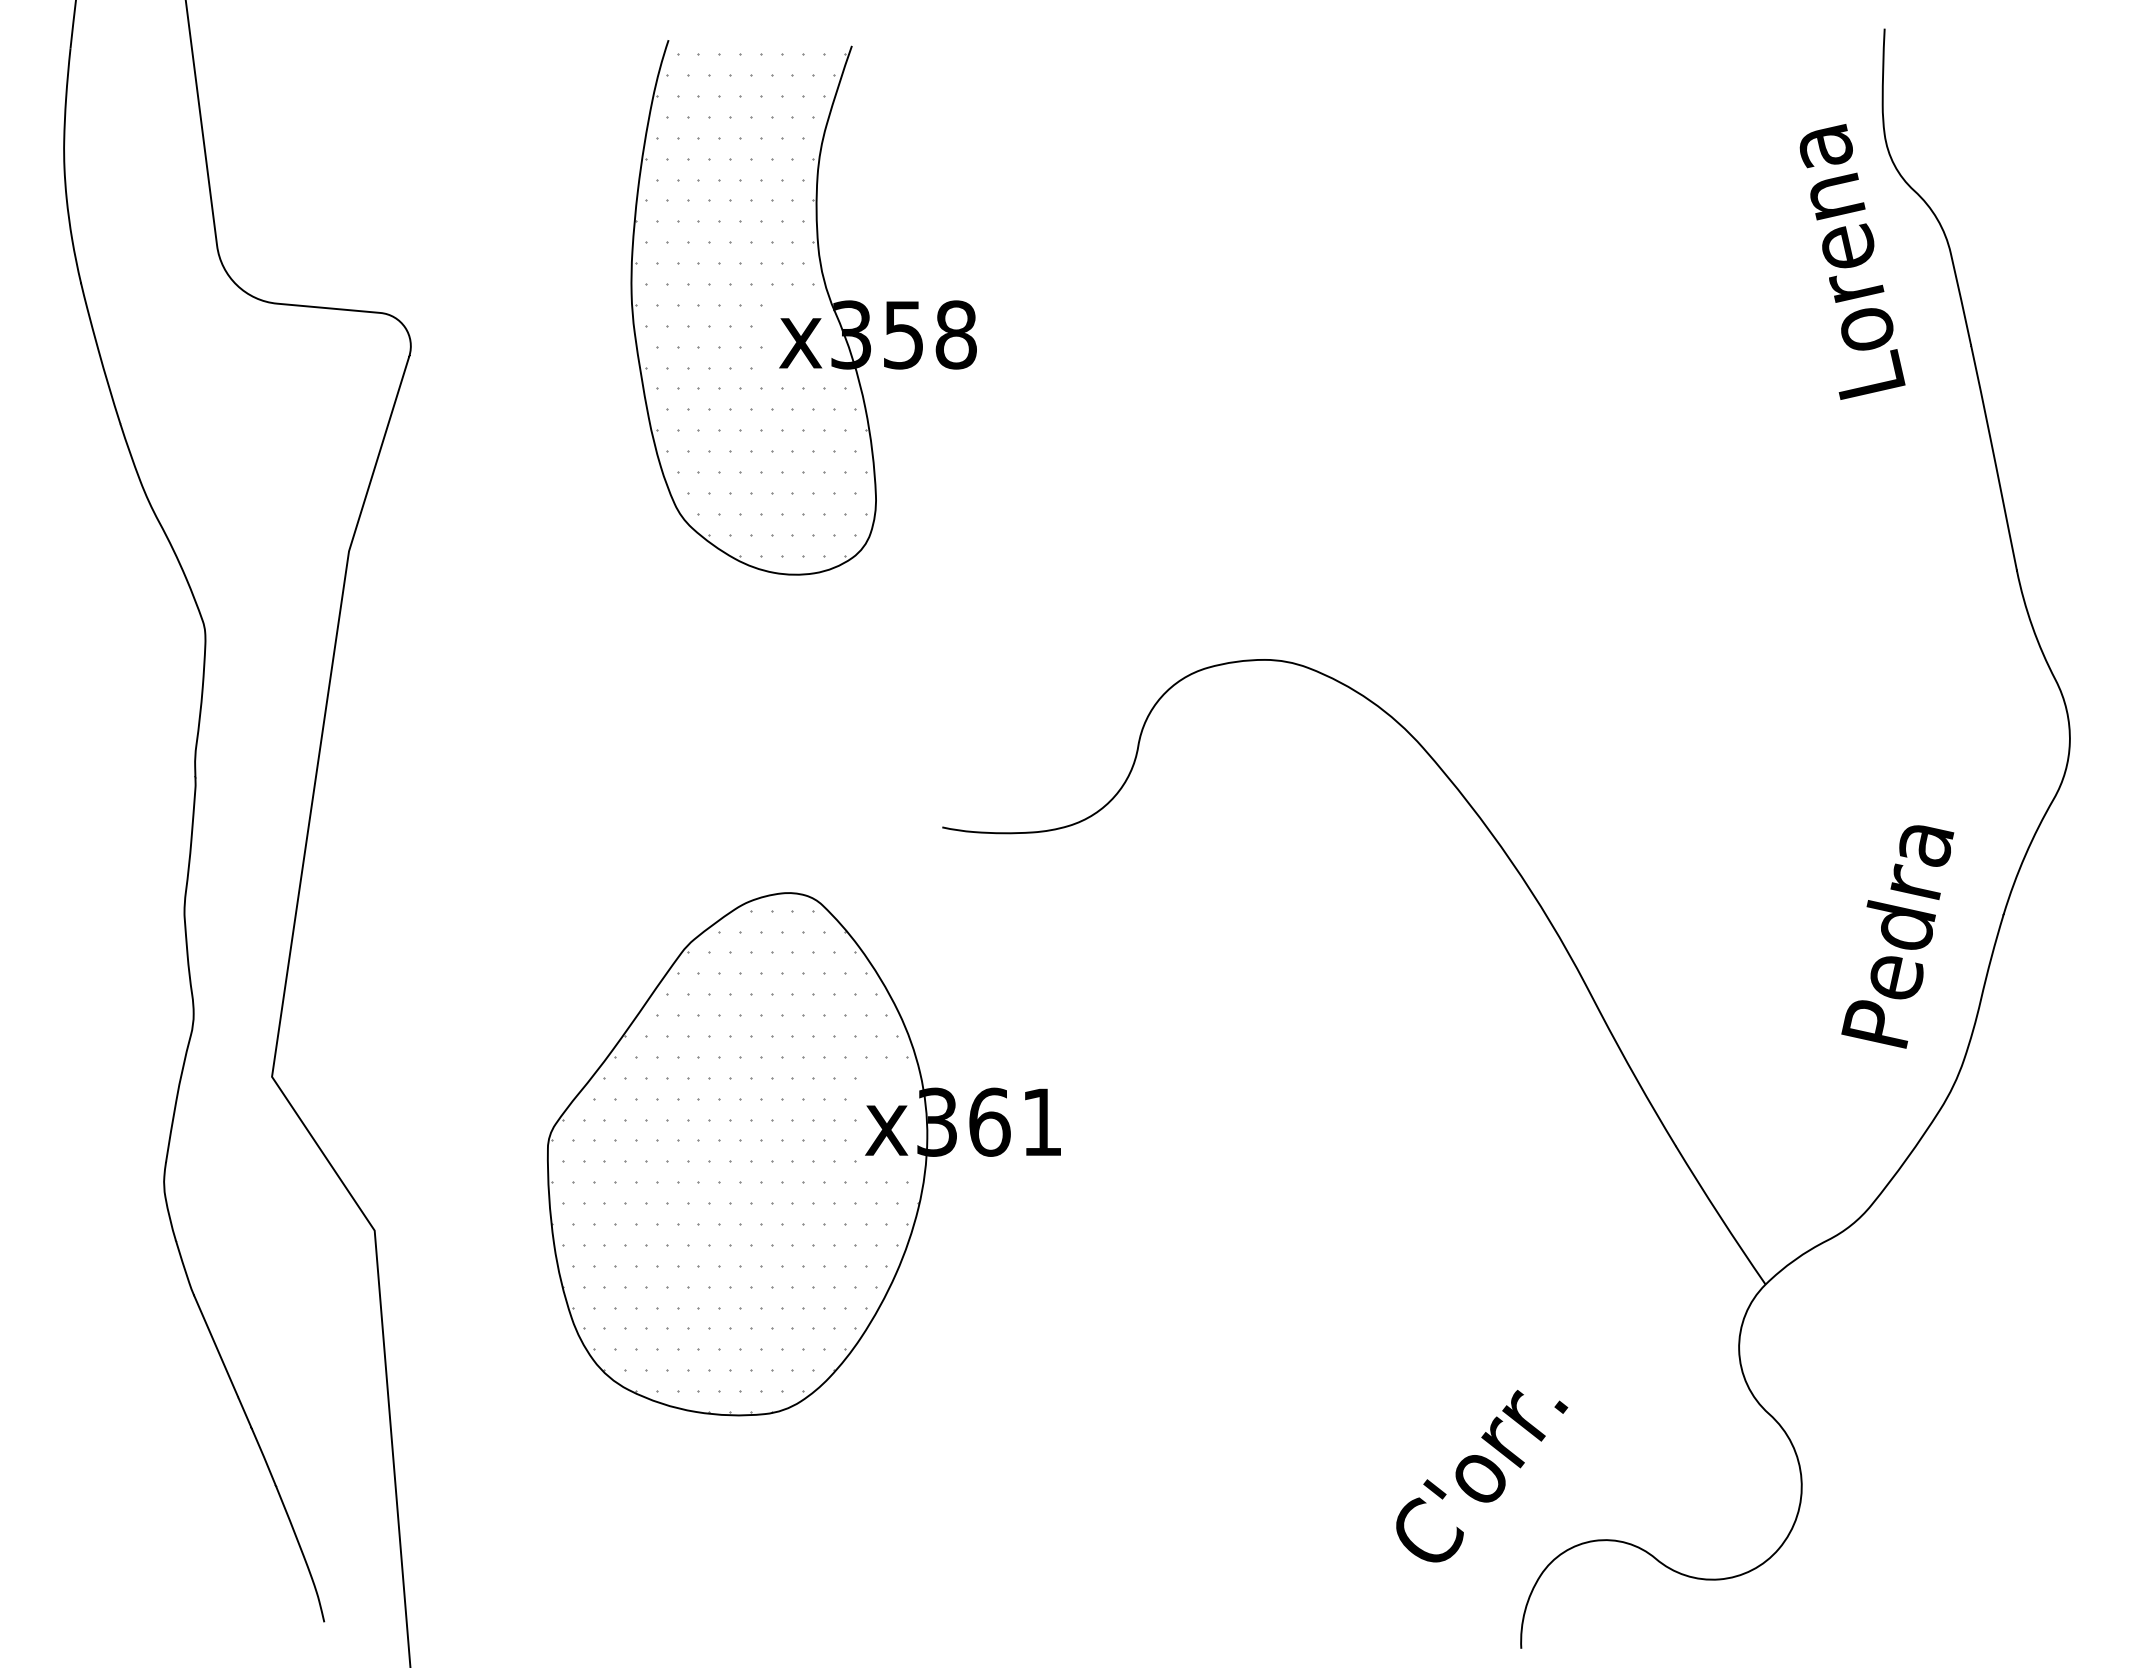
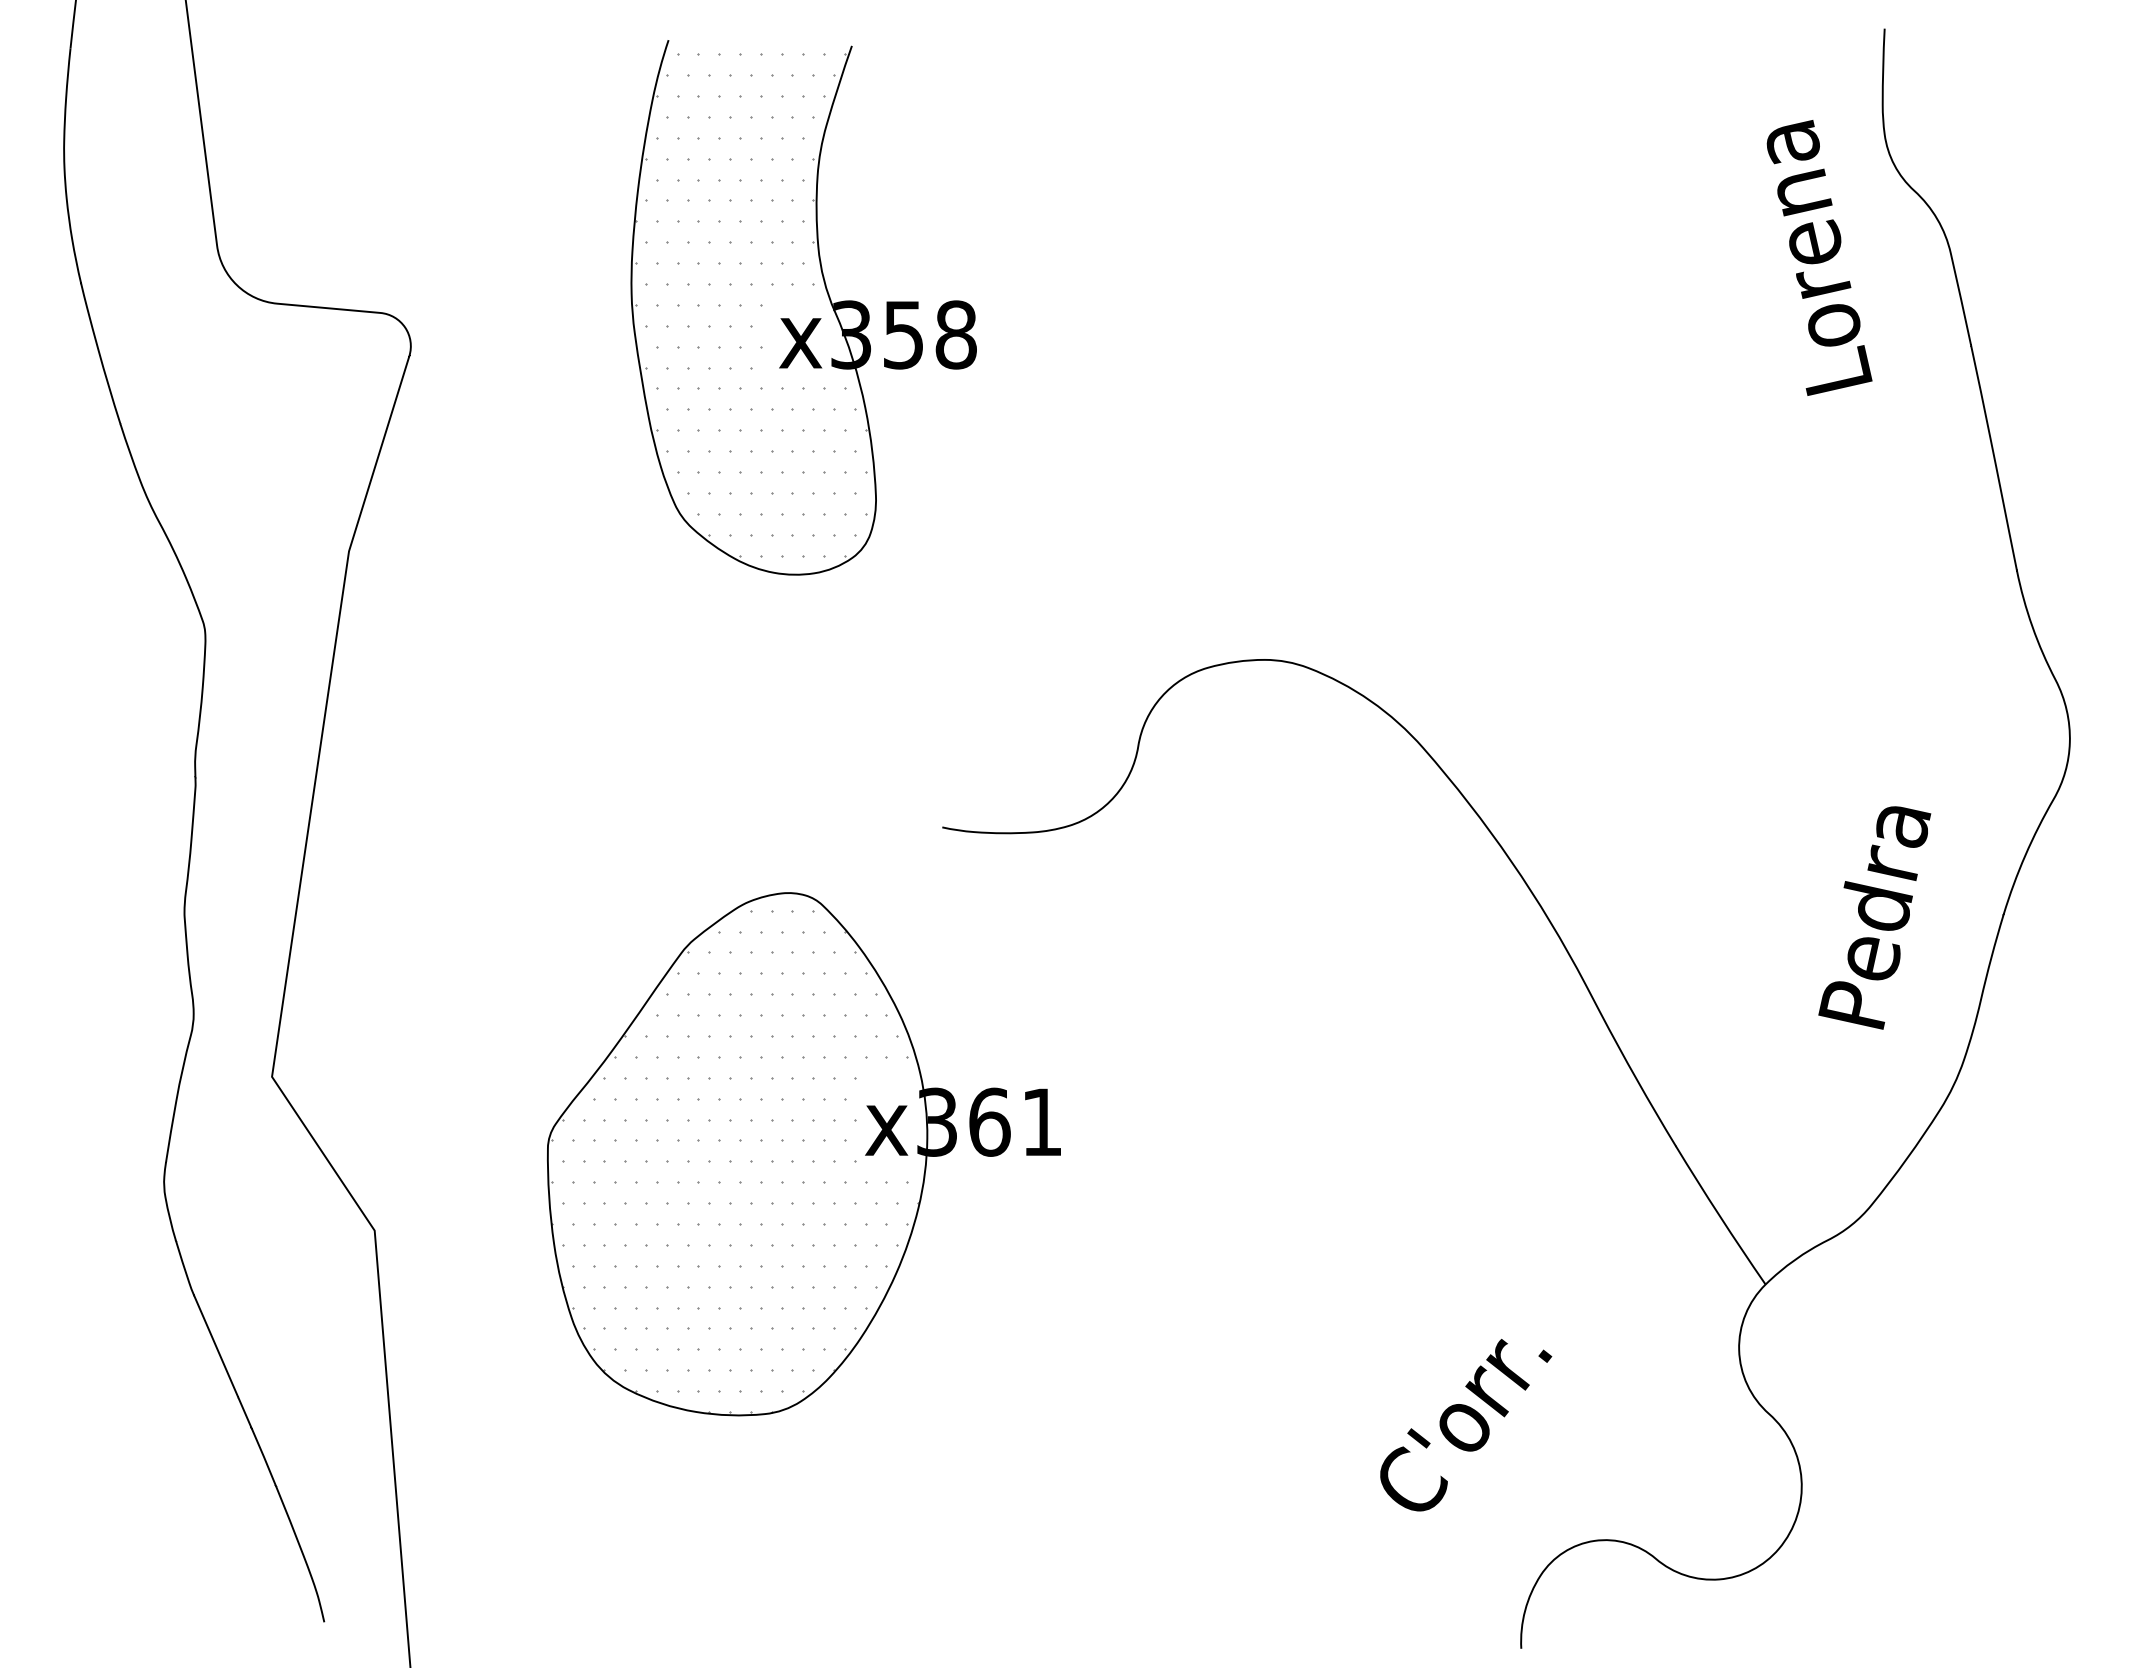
text at (1852, 261) position: (1852, 261) -> (1819, 257)
text at (1897, 936) position: (1897, 936) -> (1874, 917)
text at (1482, 1476) position: (1482, 1476) -> (1466, 1425)
